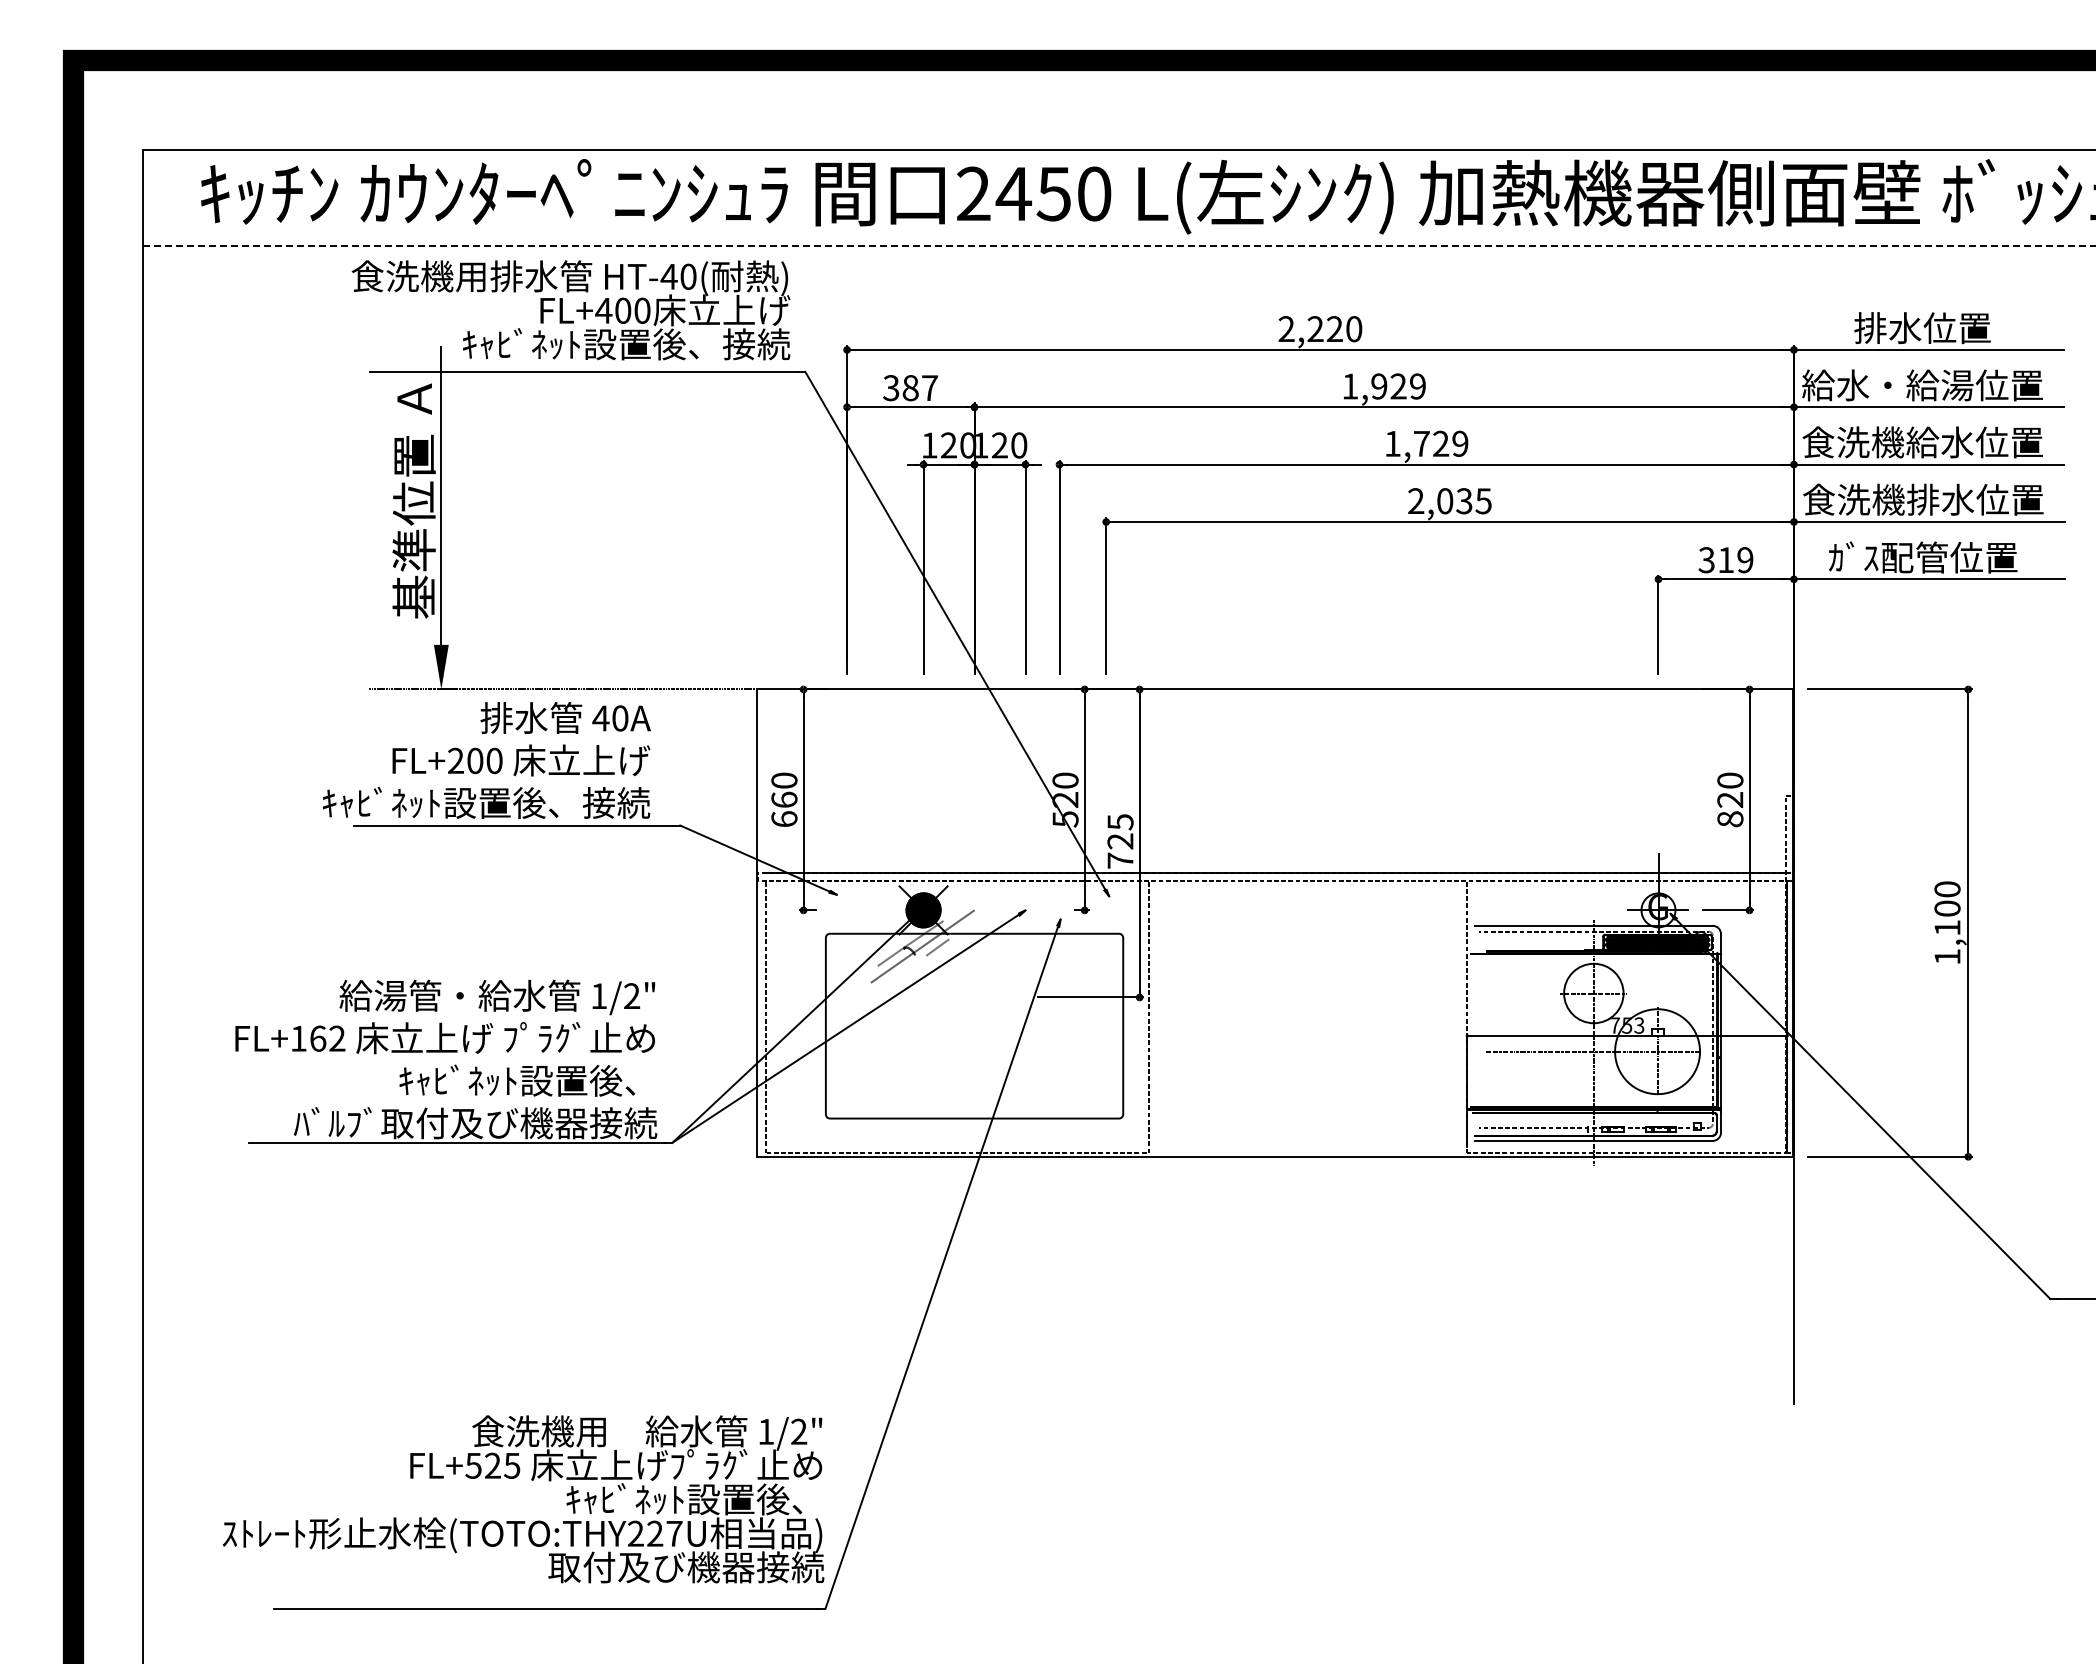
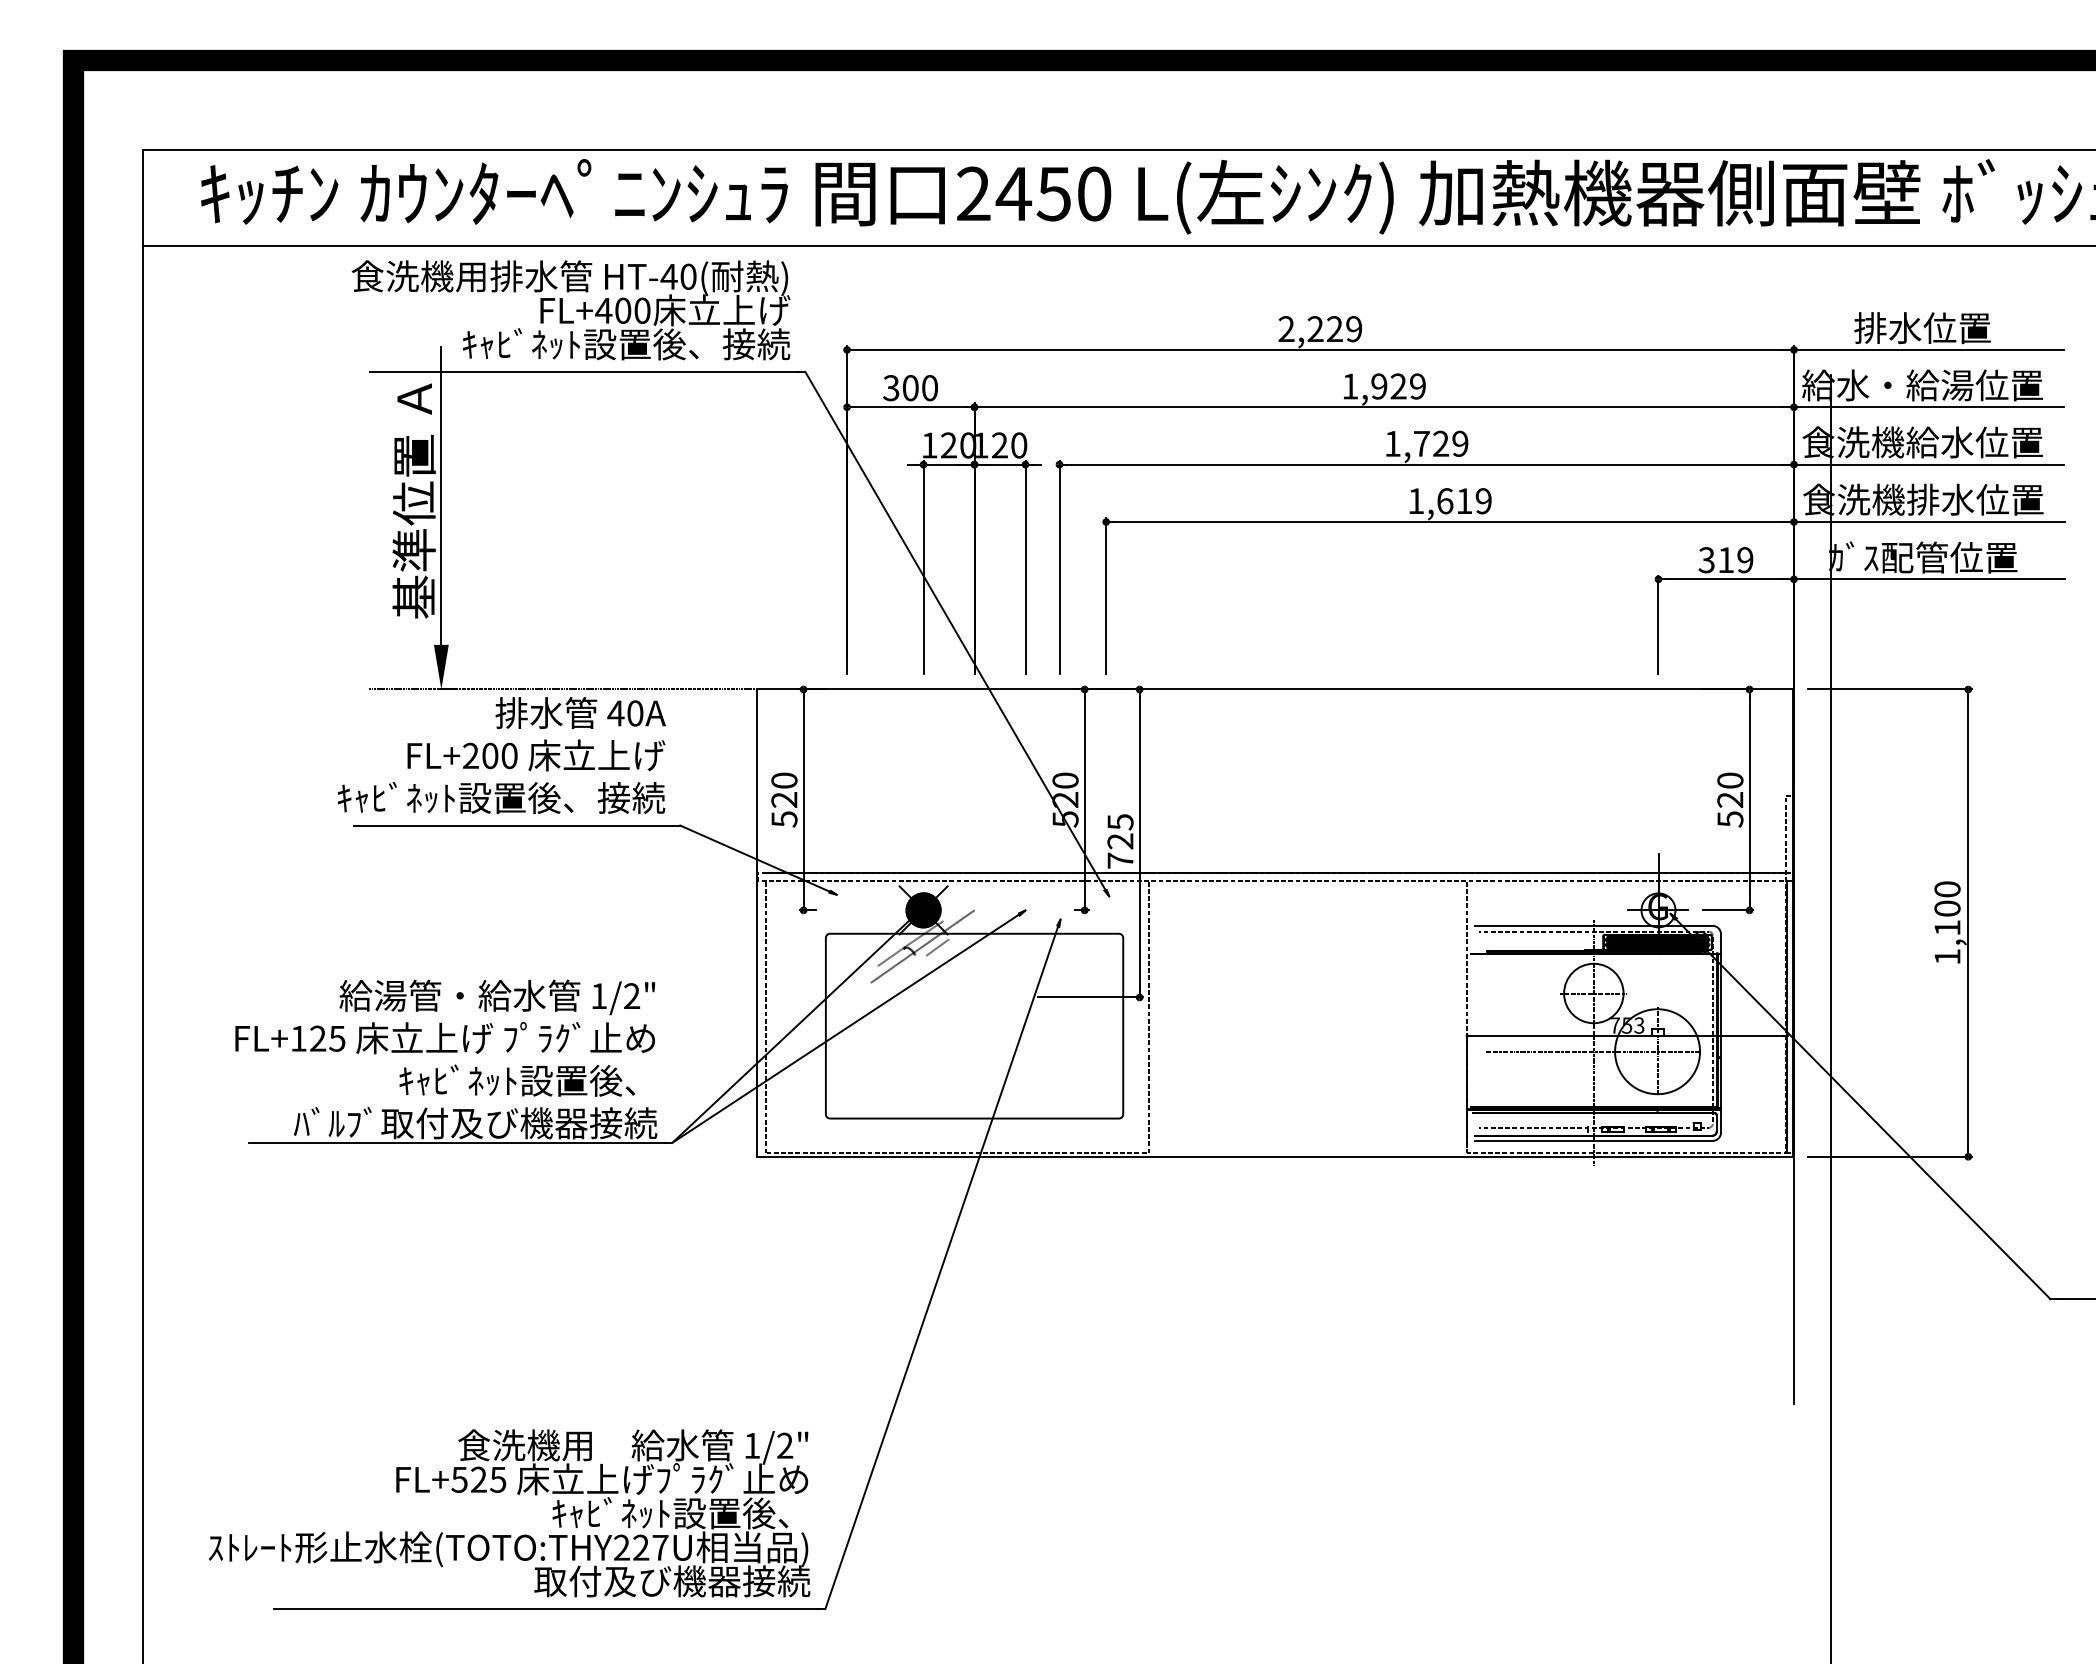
line at (1119, 245): dashed -> solid
text at (1354, 329): 2,220 -> 2,229
text at (920, 388): 387 -> 300
text at (1449, 501): 2,035 -> 1,619
text at (486, 760) position: (486, 760) -> (501, 755)
text at (784, 809): 660 -> 520
text at (1730, 819): 820 -> 520
line at (1831, 1017): none -> present
text at (327, 1038): FL+162 -> FL+125
text at (523, 1499) position: (523, 1499) -> (509, 1513)
